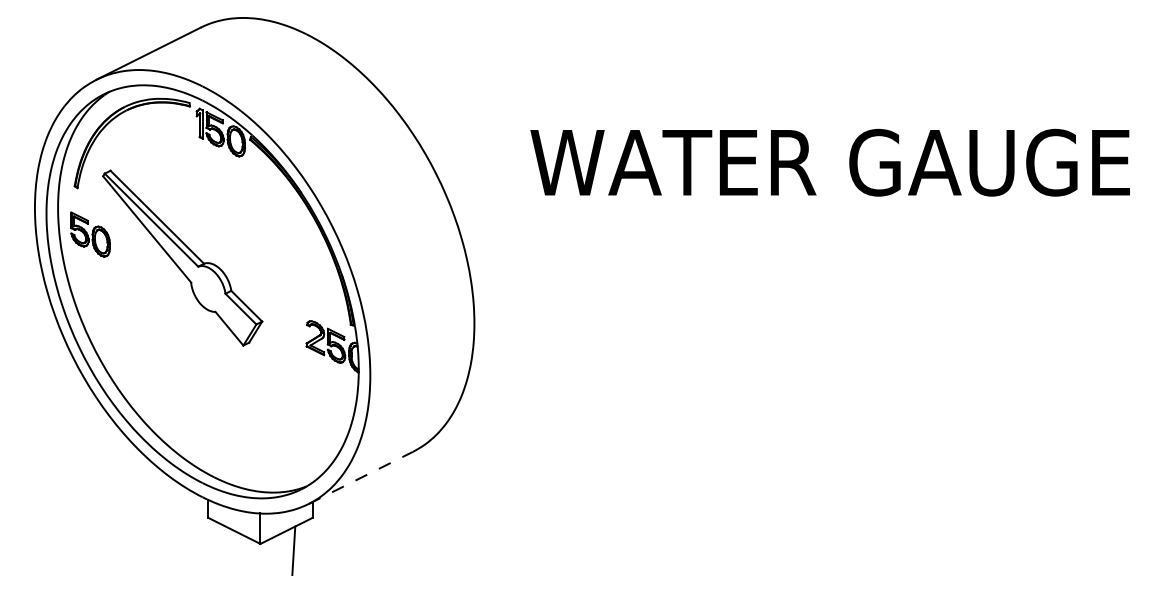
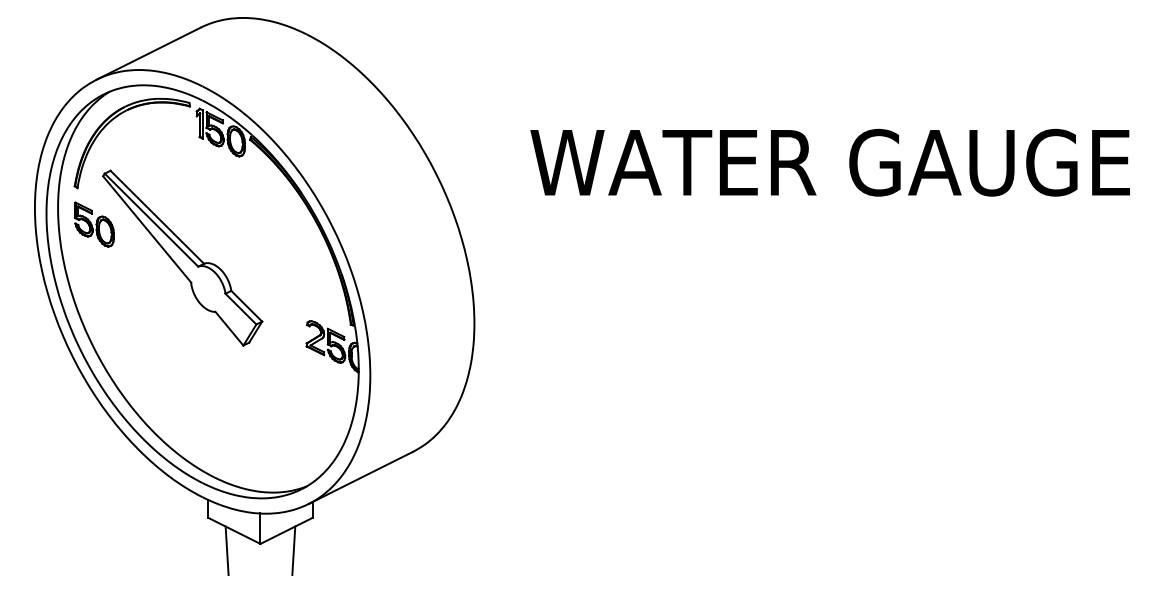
part at (90, 234) position: (90, 234) -> (94, 224)
line at (361, 477): dashed -> solid
line at (226, 550): none -> present
